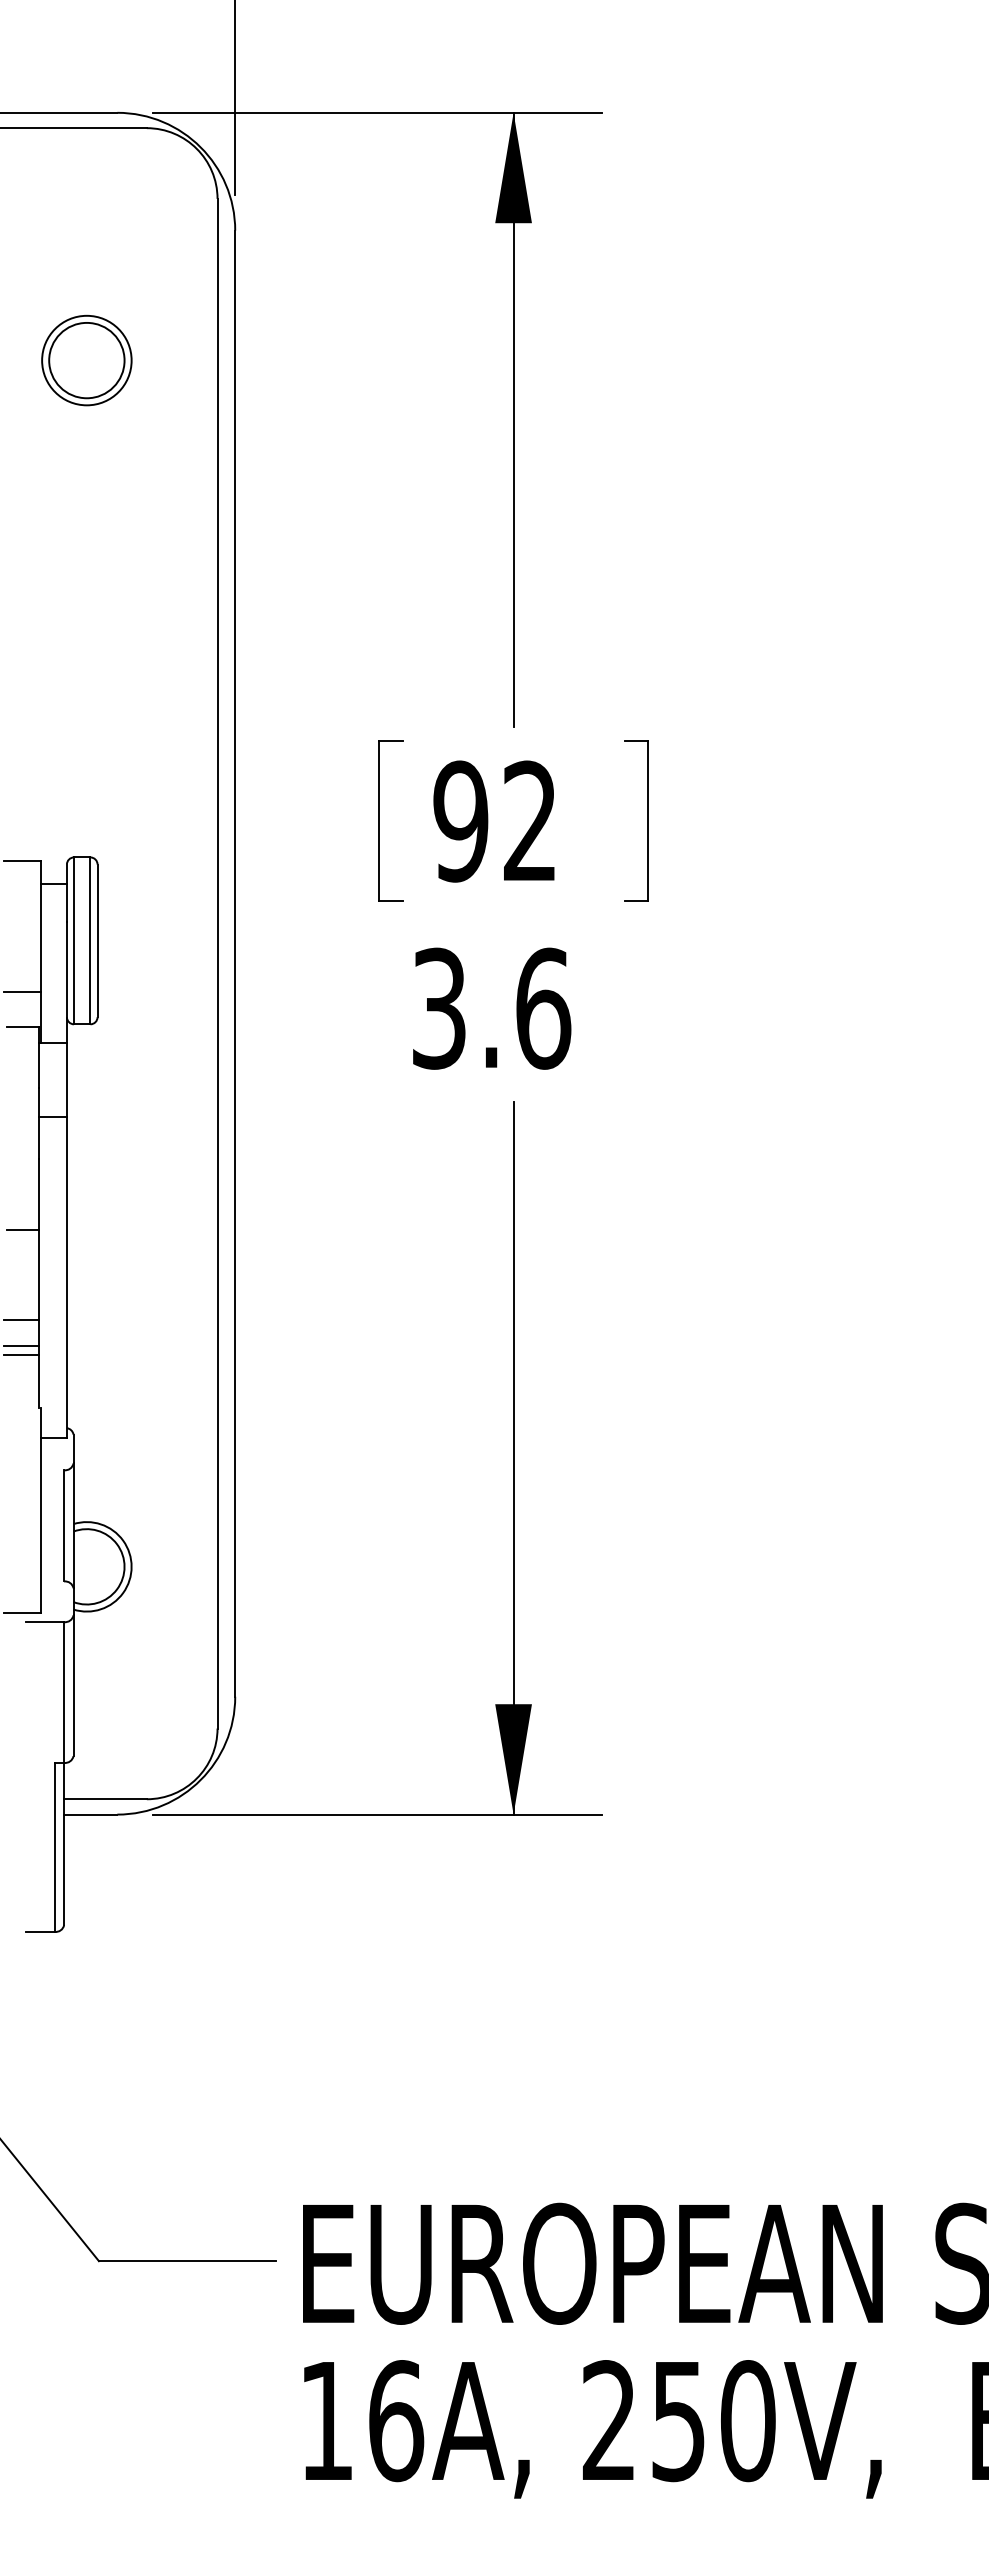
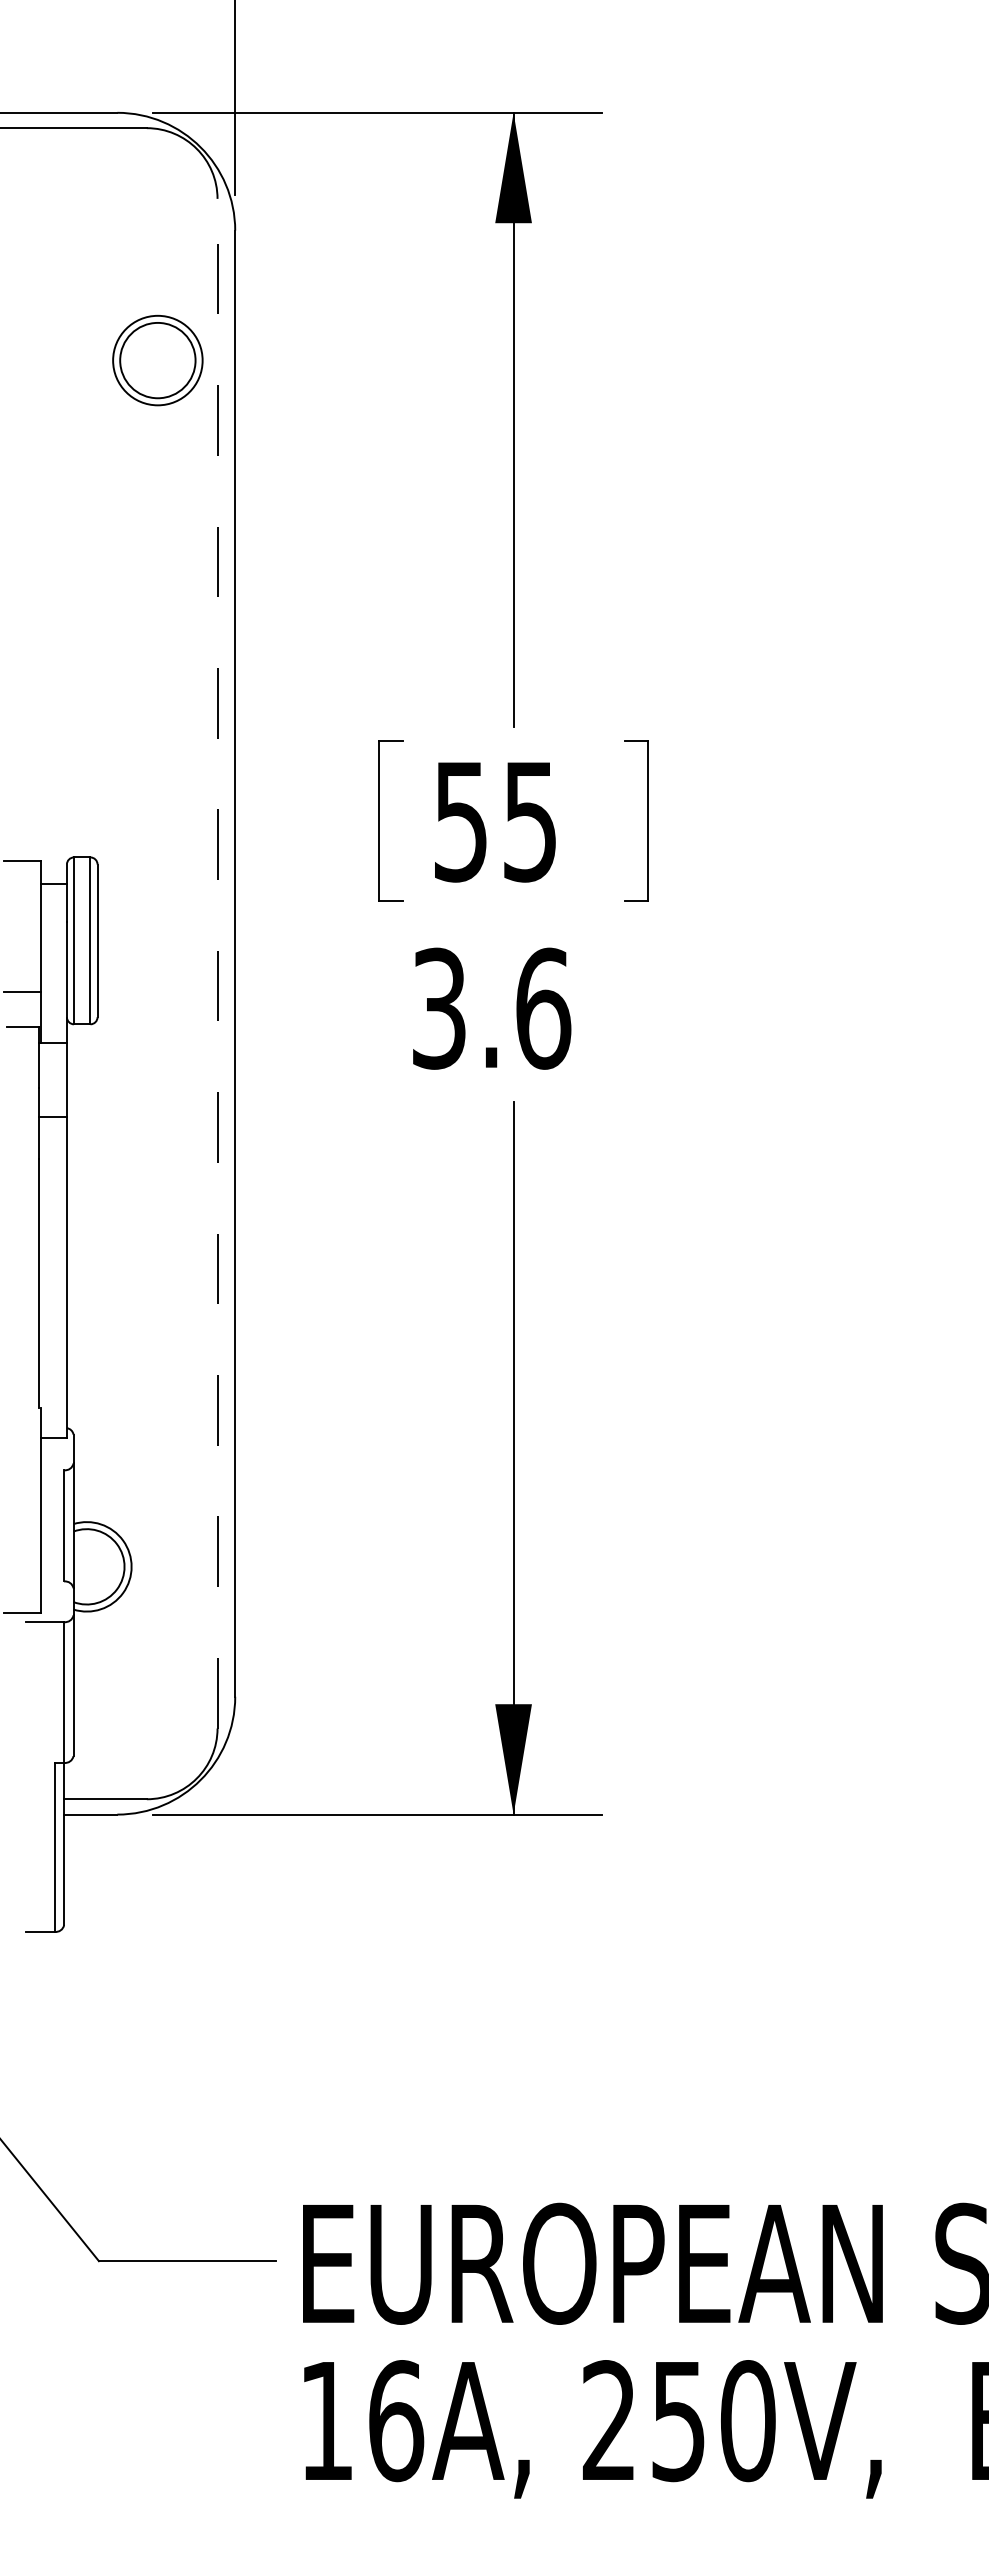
part at (86, 360) position: (86, 360) -> (157, 360)
text at (494, 821): 92 -> 55
line at (217, 963): solid -> dashed
line at (22, 1230): present -> none
line at (21, 1320): present -> none
line at (21, 1345): present -> none
line at (21, 1355): present -> none
